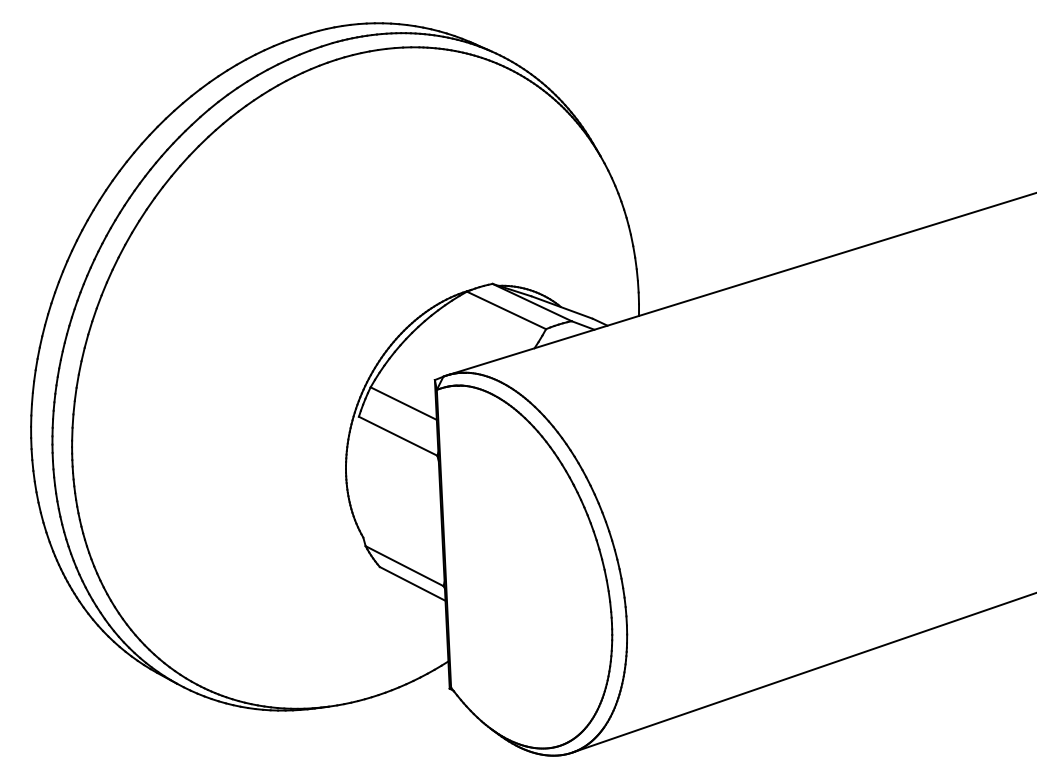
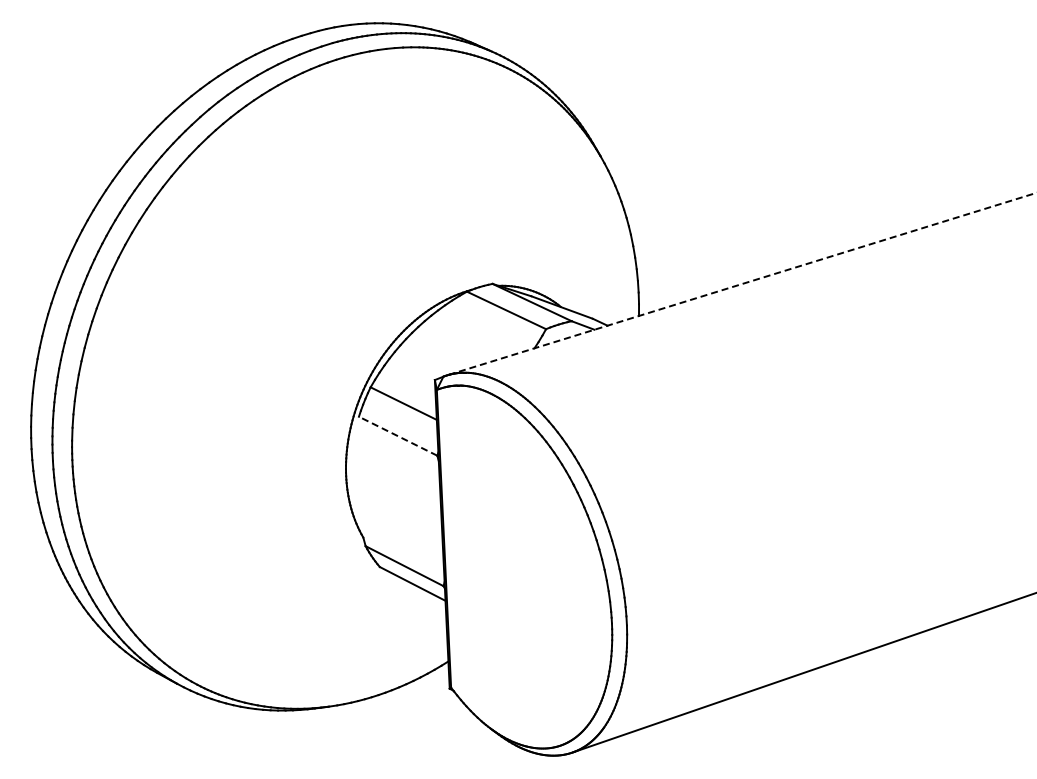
line at (742, 283): solid -> dashed
line at (398, 436): solid -> dashed
